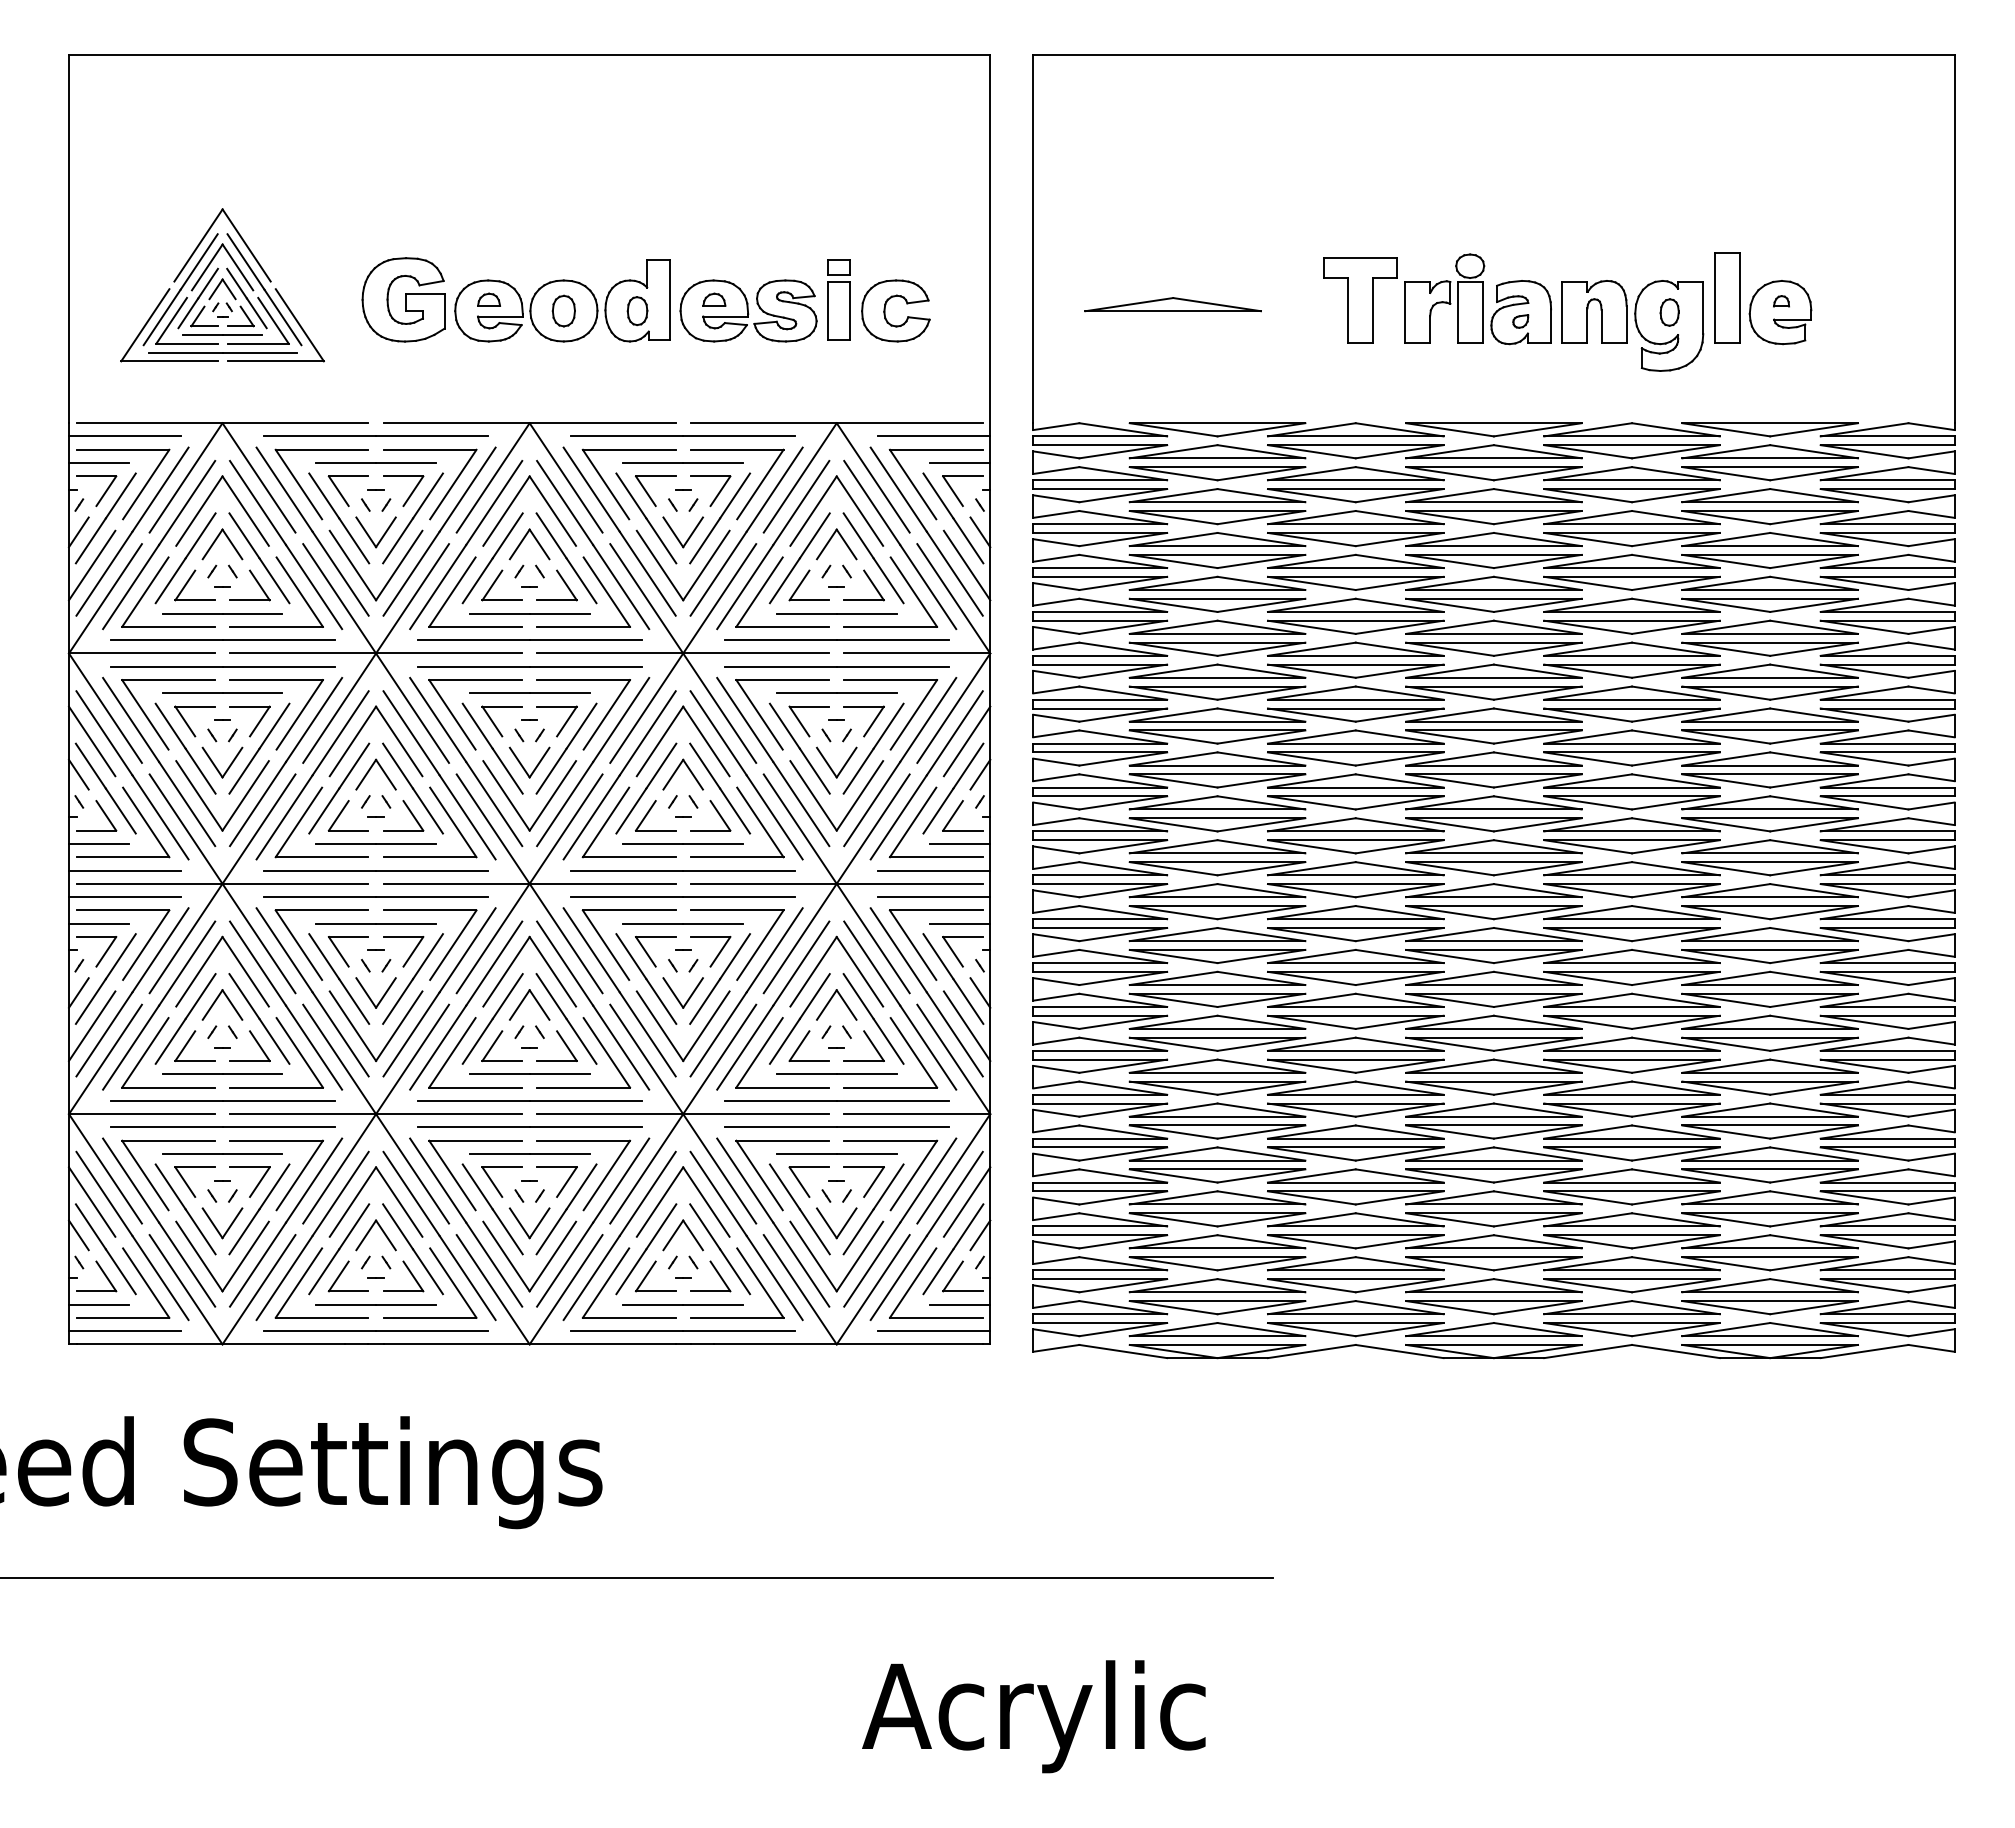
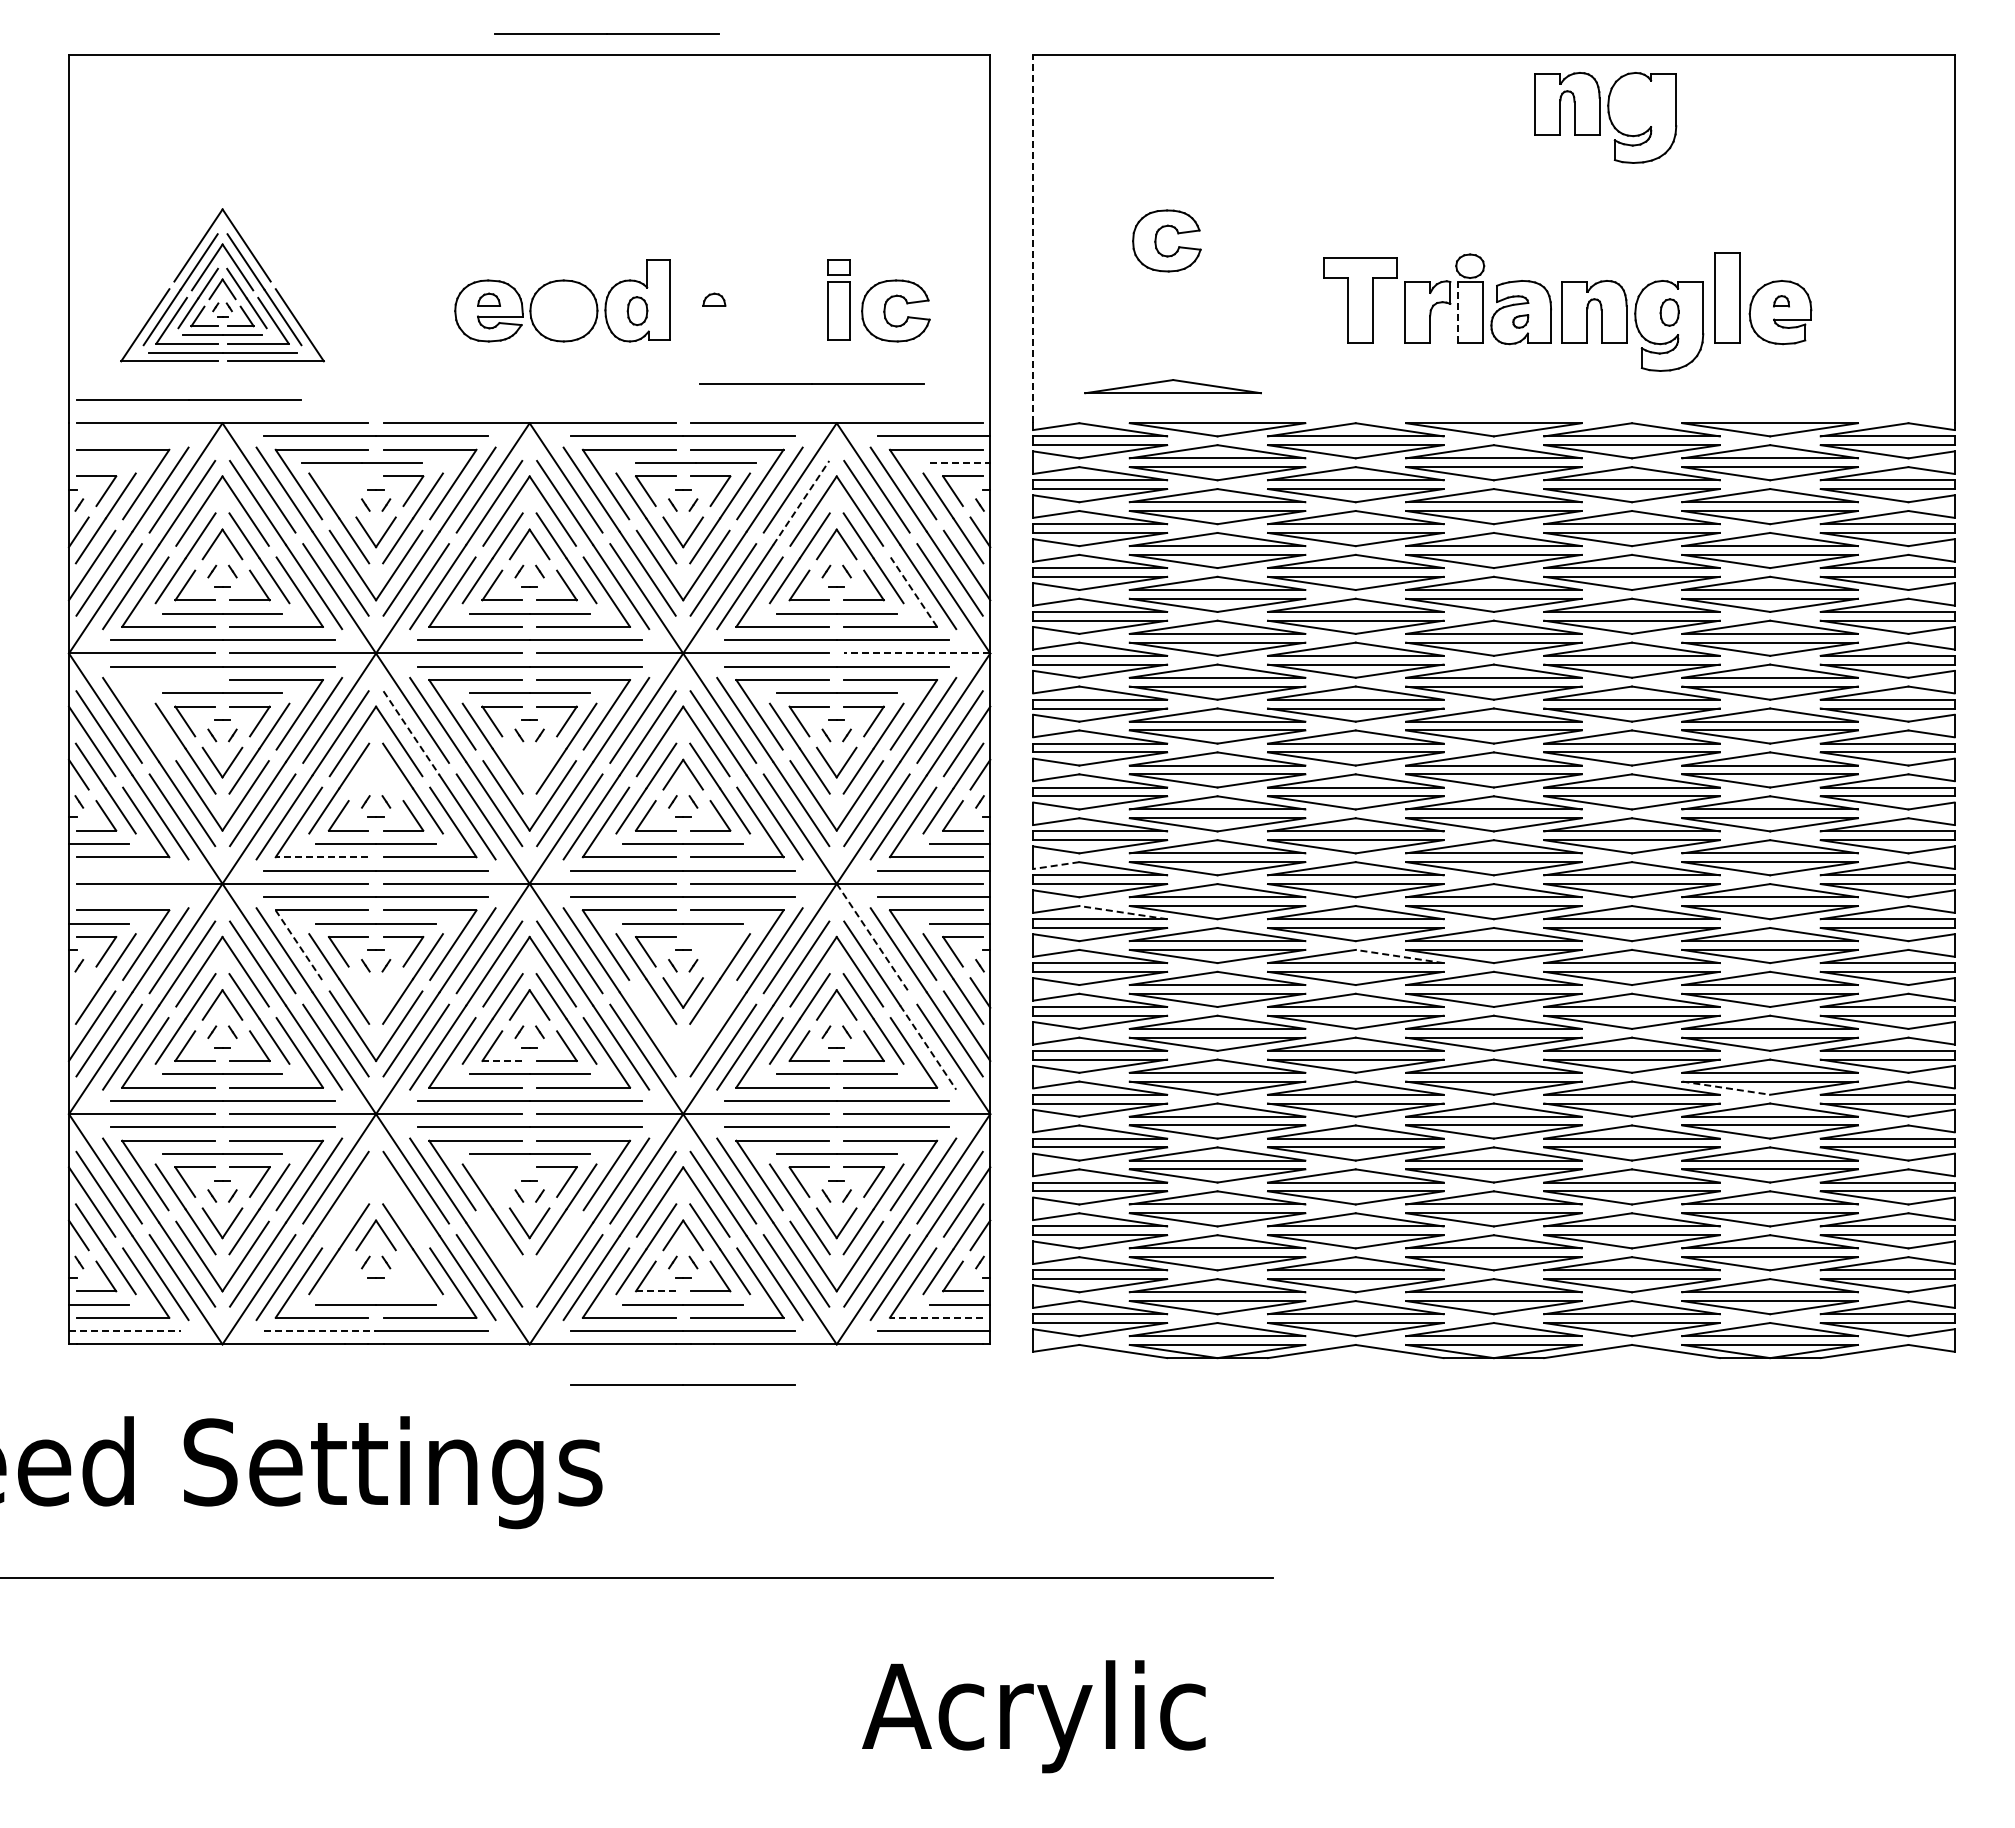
line at (606, 33): none -> present
part at (1605, 117): none -> present
line at (1033, 238): solid -> dashed
part at (1156, 240): none -> present
part at (403, 299): present -> none
part at (1172, 304) position: (1172, 304) -> (1172, 386)
part at (563, 310): present -> none
part at (748, 310): present -> none
line at (1457, 311): solid -> dashed
line at (811, 383): none -> present
line at (188, 399): none -> present
line at (125, 436): present -> none
line at (375, 462) position: (375, 462) -> (361, 462)
line at (682, 462) position: (682, 462) -> (695, 462)
line at (98, 463): present -> none
line at (960, 463): solid -> dashed
part at (347, 491): present -> none
line at (801, 502): solid -> dashed
line at (913, 592): solid -> dashed
line at (917, 653): solid -> dashed
part at (152, 723): present -> none
line at (411, 733): solid -> dashed
part at (524, 767): present -> none
part at (370, 770): present -> none
line at (321, 857): solid -> dashed
line at (1055, 865): solid -> dashed
line at (125, 870): present -> none
line at (125, 897): present -> none
line at (1122, 912): solid -> dashed
line at (873, 938): solid -> dashed
line at (298, 945): solid -> dashed
part at (716, 955): present -> none
line at (1399, 956): solid -> dashed
line at (78, 992): present -> none
part at (369, 995): present -> none
part at (668, 1036): present -> none
line at (928, 1048): solid -> dashed
line at (502, 1060): solid -> dashed
line at (1726, 1088): solid -> dashed
part at (496, 1186): present -> none
part at (361, 1191): present -> none
part at (514, 1266): present -> none
part at (409, 1272): present -> none
part at (341, 1274): present -> none
line at (655, 1291): solid -> dashed
line at (935, 1317): solid -> dashed
line at (125, 1331): solid -> dashed
line at (320, 1331): solid -> dashed
line at (682, 1384): none -> present
